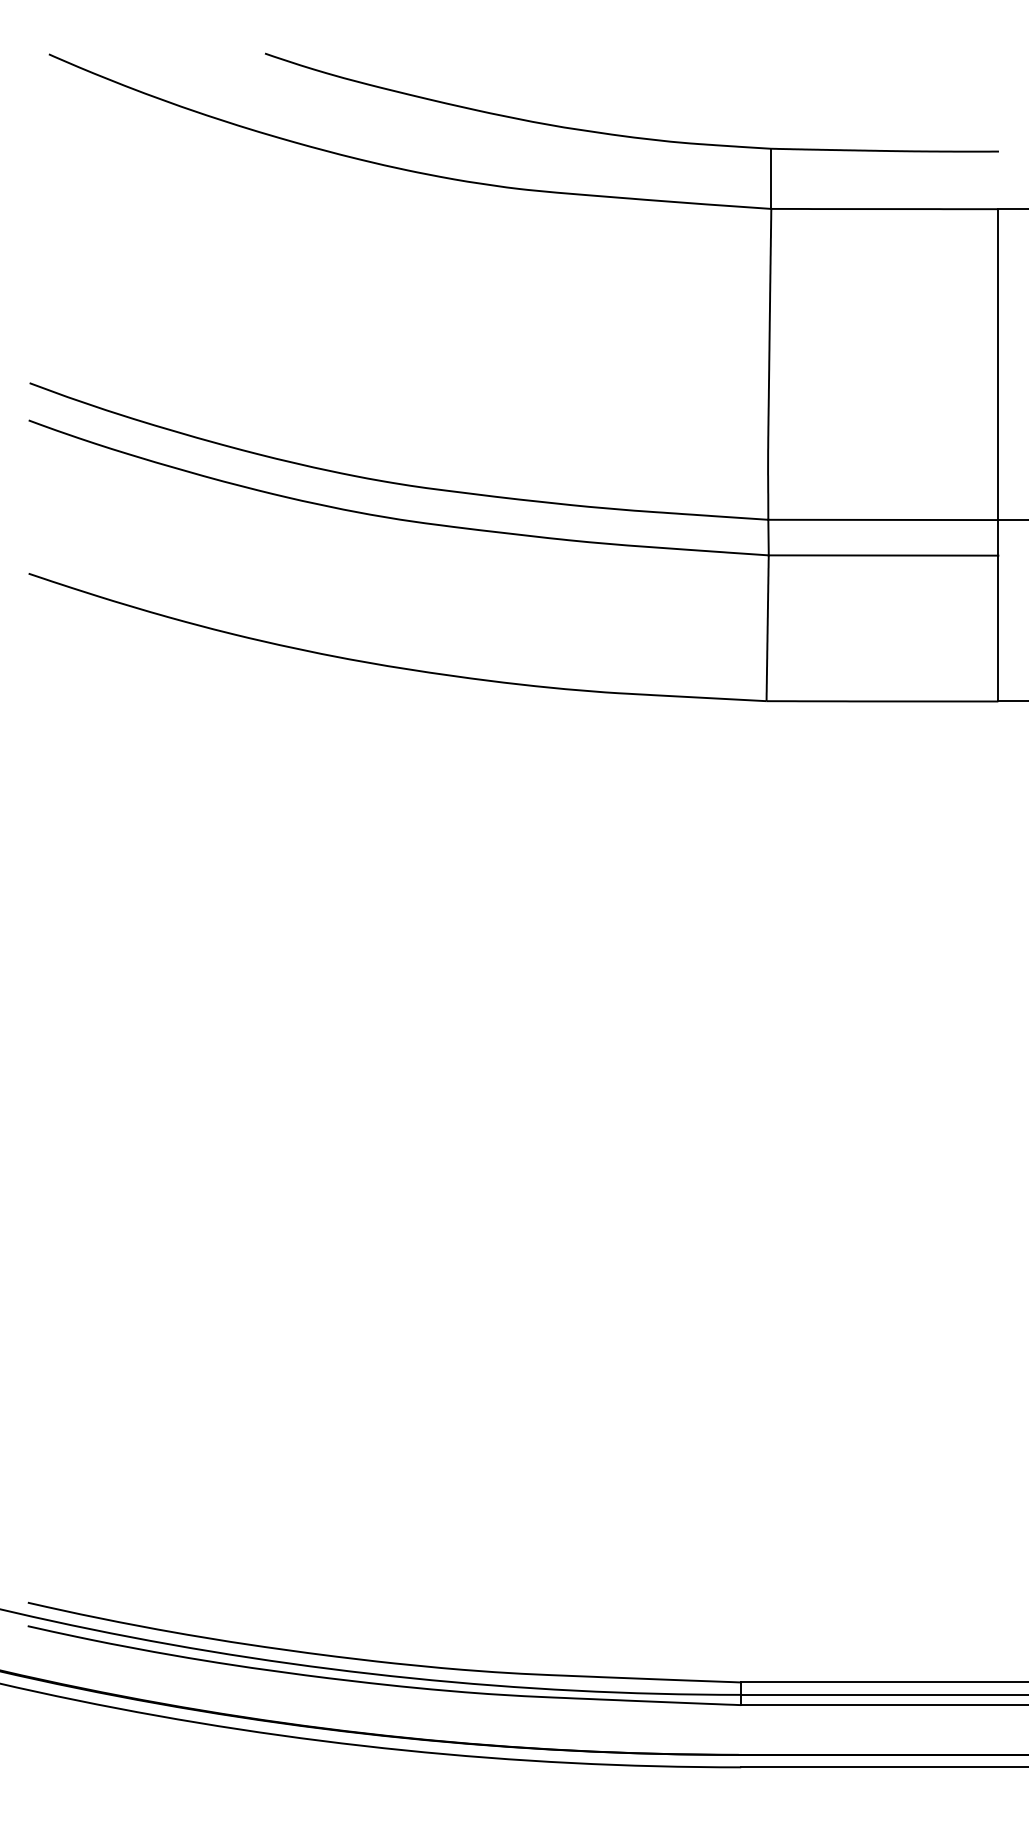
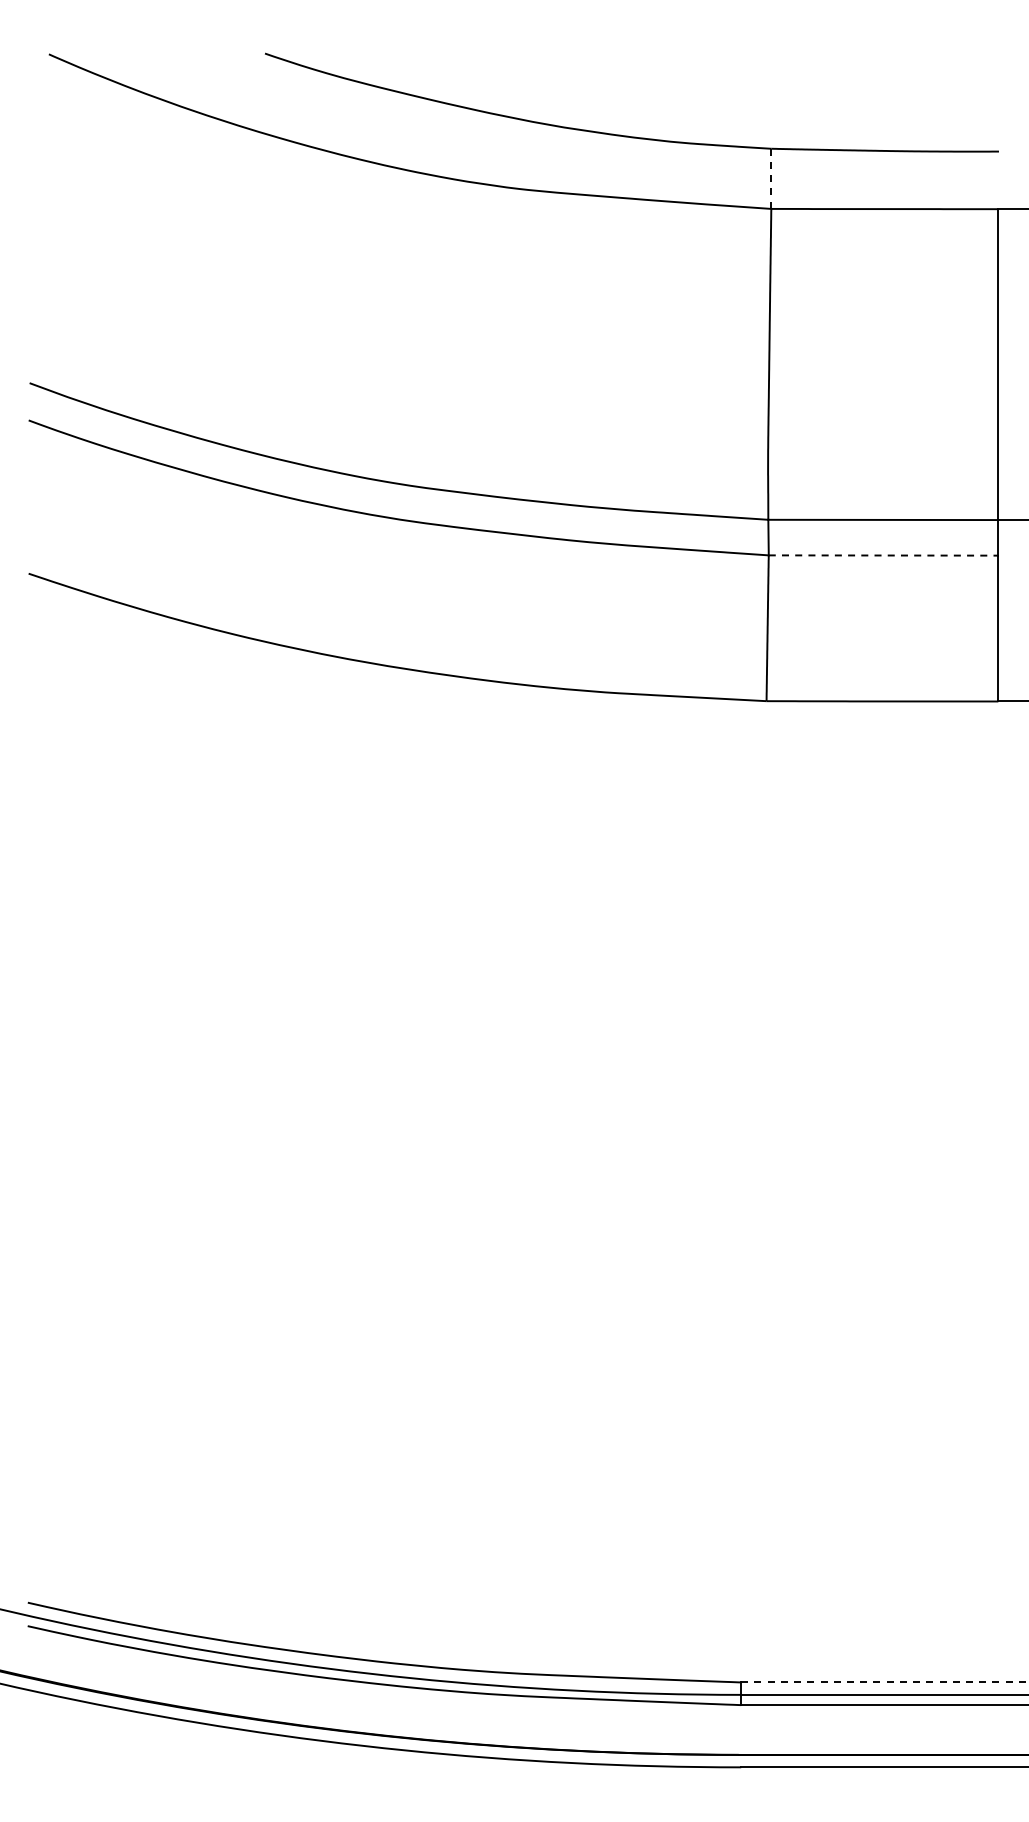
line at (771, 179): solid -> dashed
line at (883, 555): solid -> dashed
line at (885, 1682): solid -> dashed
